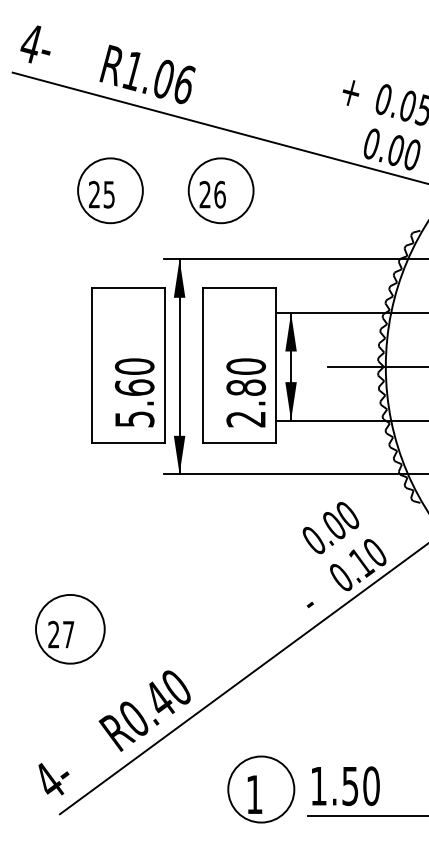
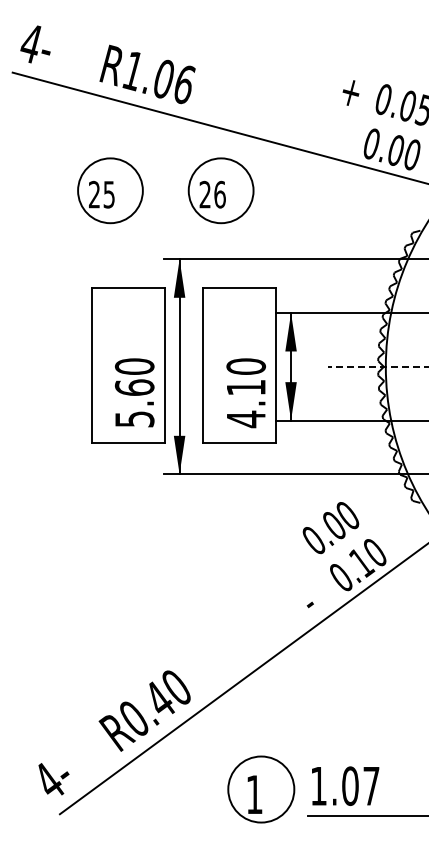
line at (377, 366): solid -> dashed
text at (246, 403): 2.80 -> 4.10
part at (70, 629): present -> none
text at (360, 786): 1.50 -> 1.07
